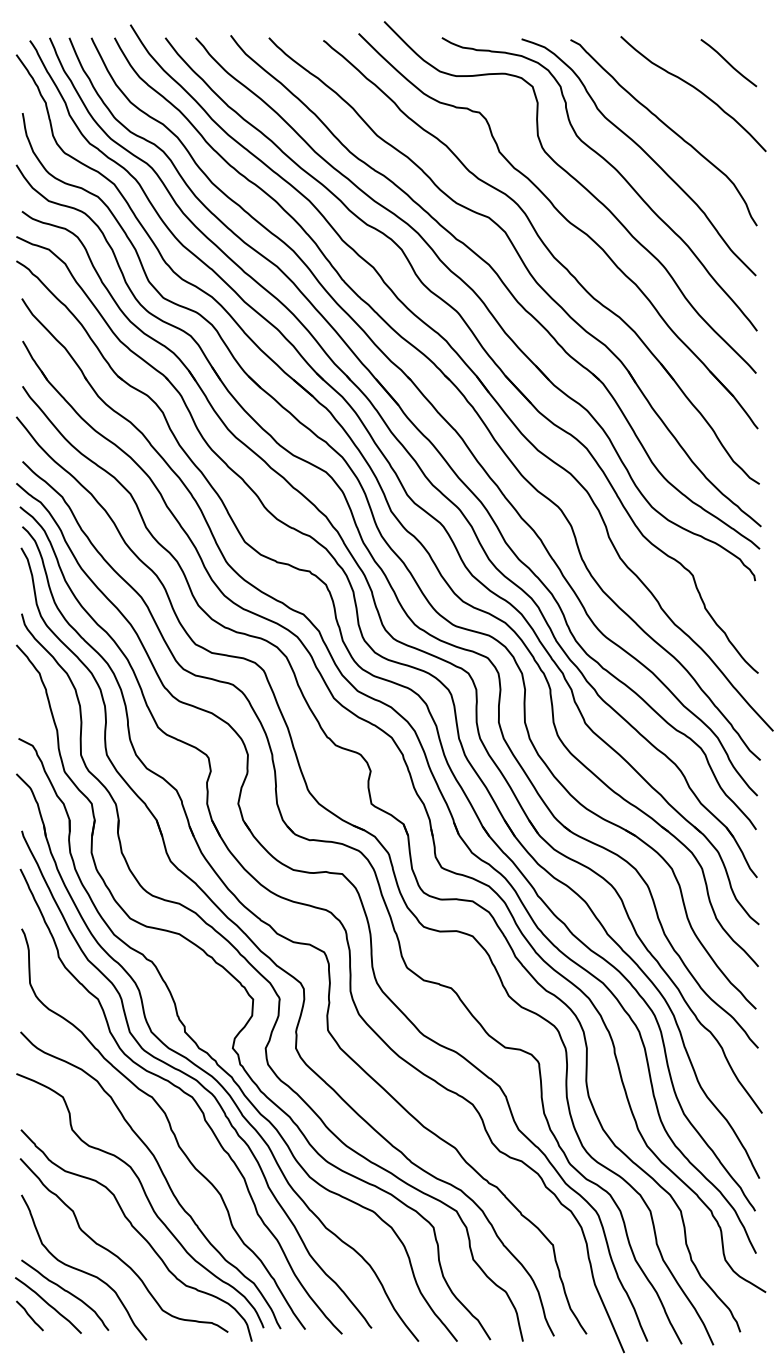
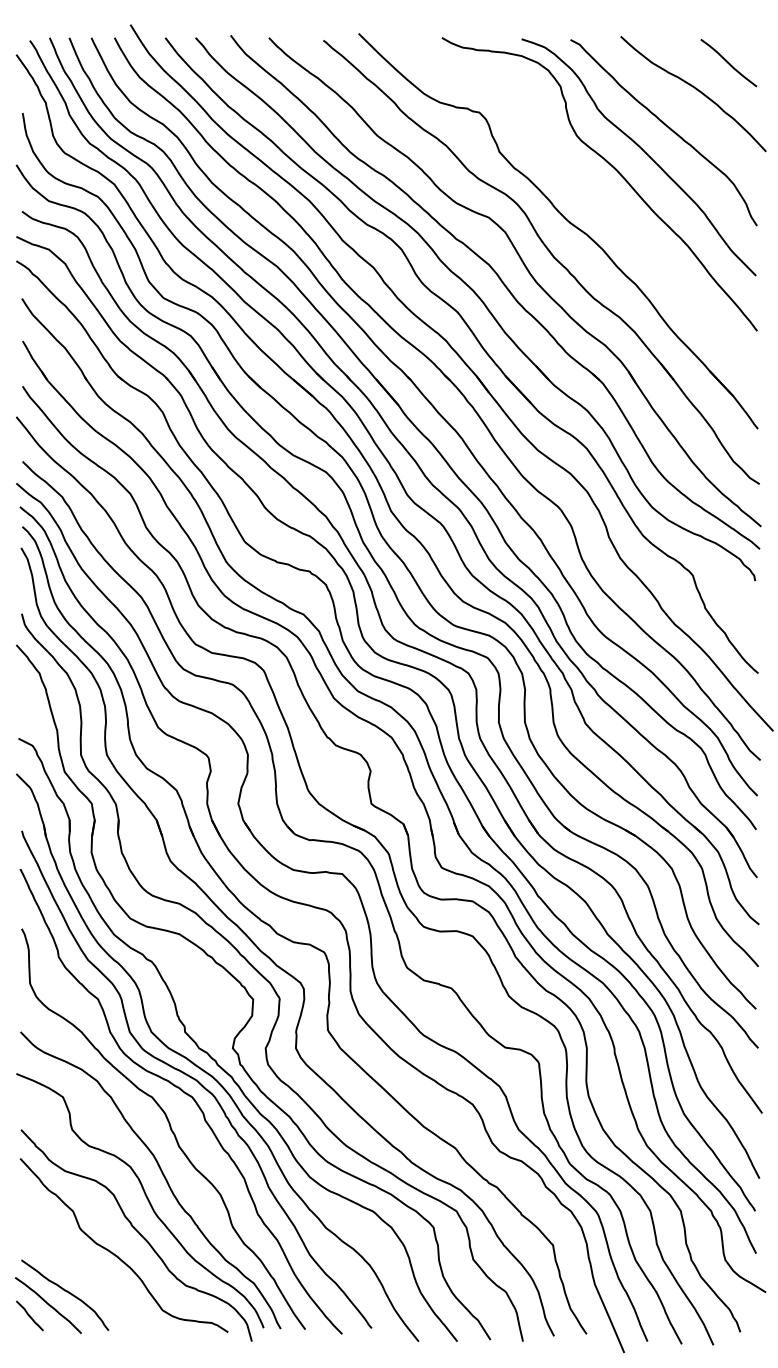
curve at (580, 185): present -> none
curve at (83, 1270): present -> none
